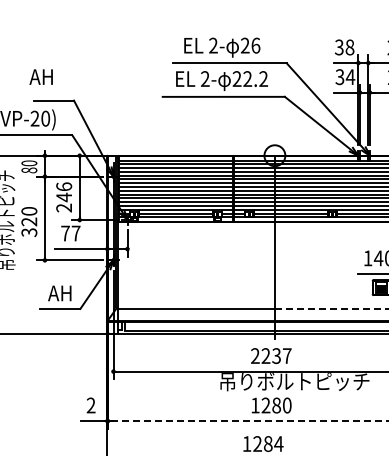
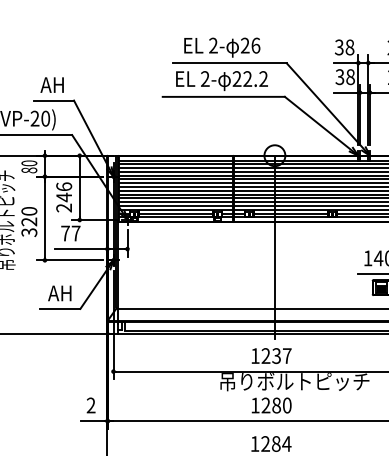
text at (40, 76) position: (40, 76) -> (51, 84)
text at (350, 77): 34 -> 38
line at (332, 308): dashed -> solid
text at (255, 355): 2237 -> 1237
line at (249, 421): dashed -> solid
text at (263, 443) position: (263, 443) -> (271, 443)
